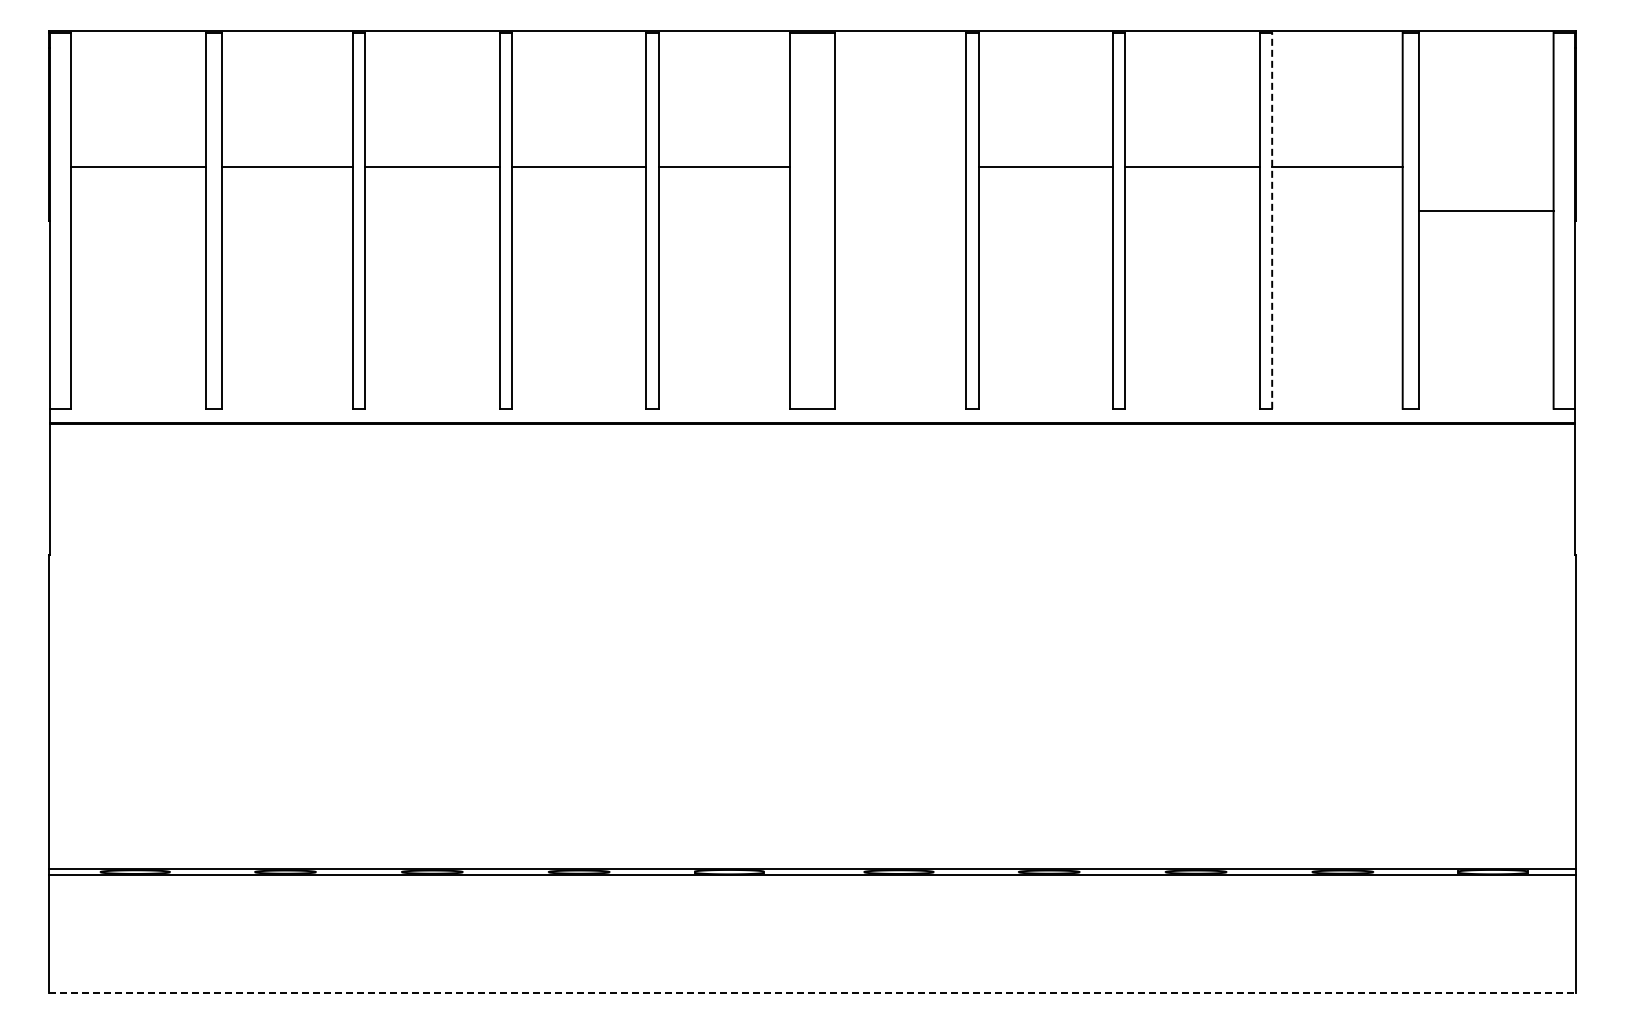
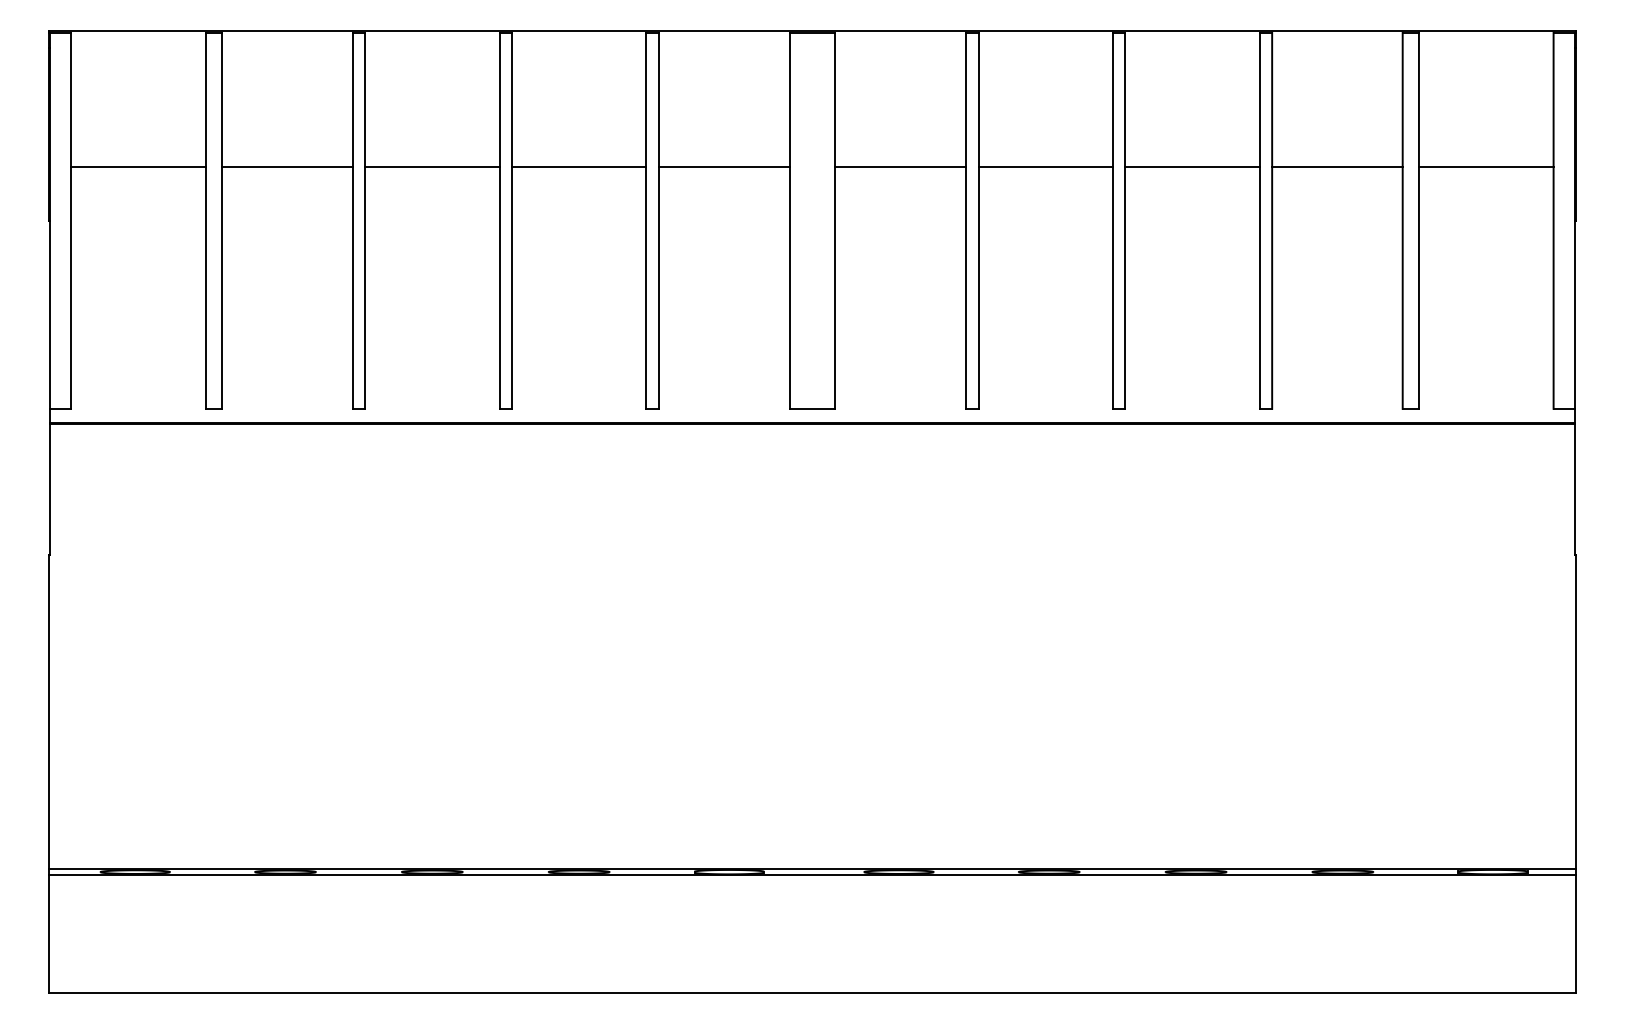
line at (900, 166): none -> present
line at (1485, 210) position: (1485, 210) -> (1485, 166)
line at (1272, 220): dashed -> solid
line at (812, 993): dashed -> solid
